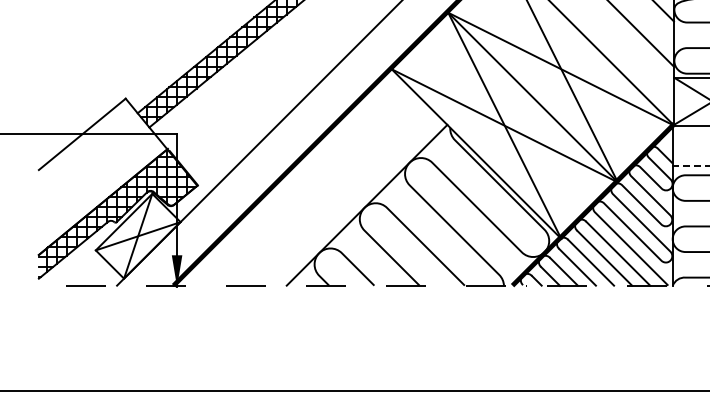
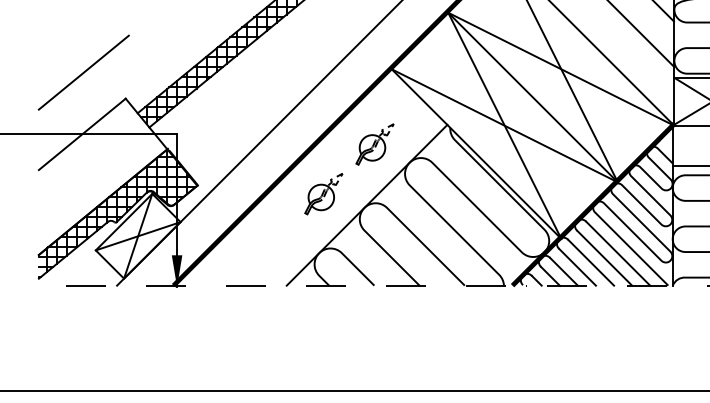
line at (83, 72): none -> present
part at (374, 144): none -> present
line at (690, 165): dashed -> solid
part at (323, 194): none -> present
